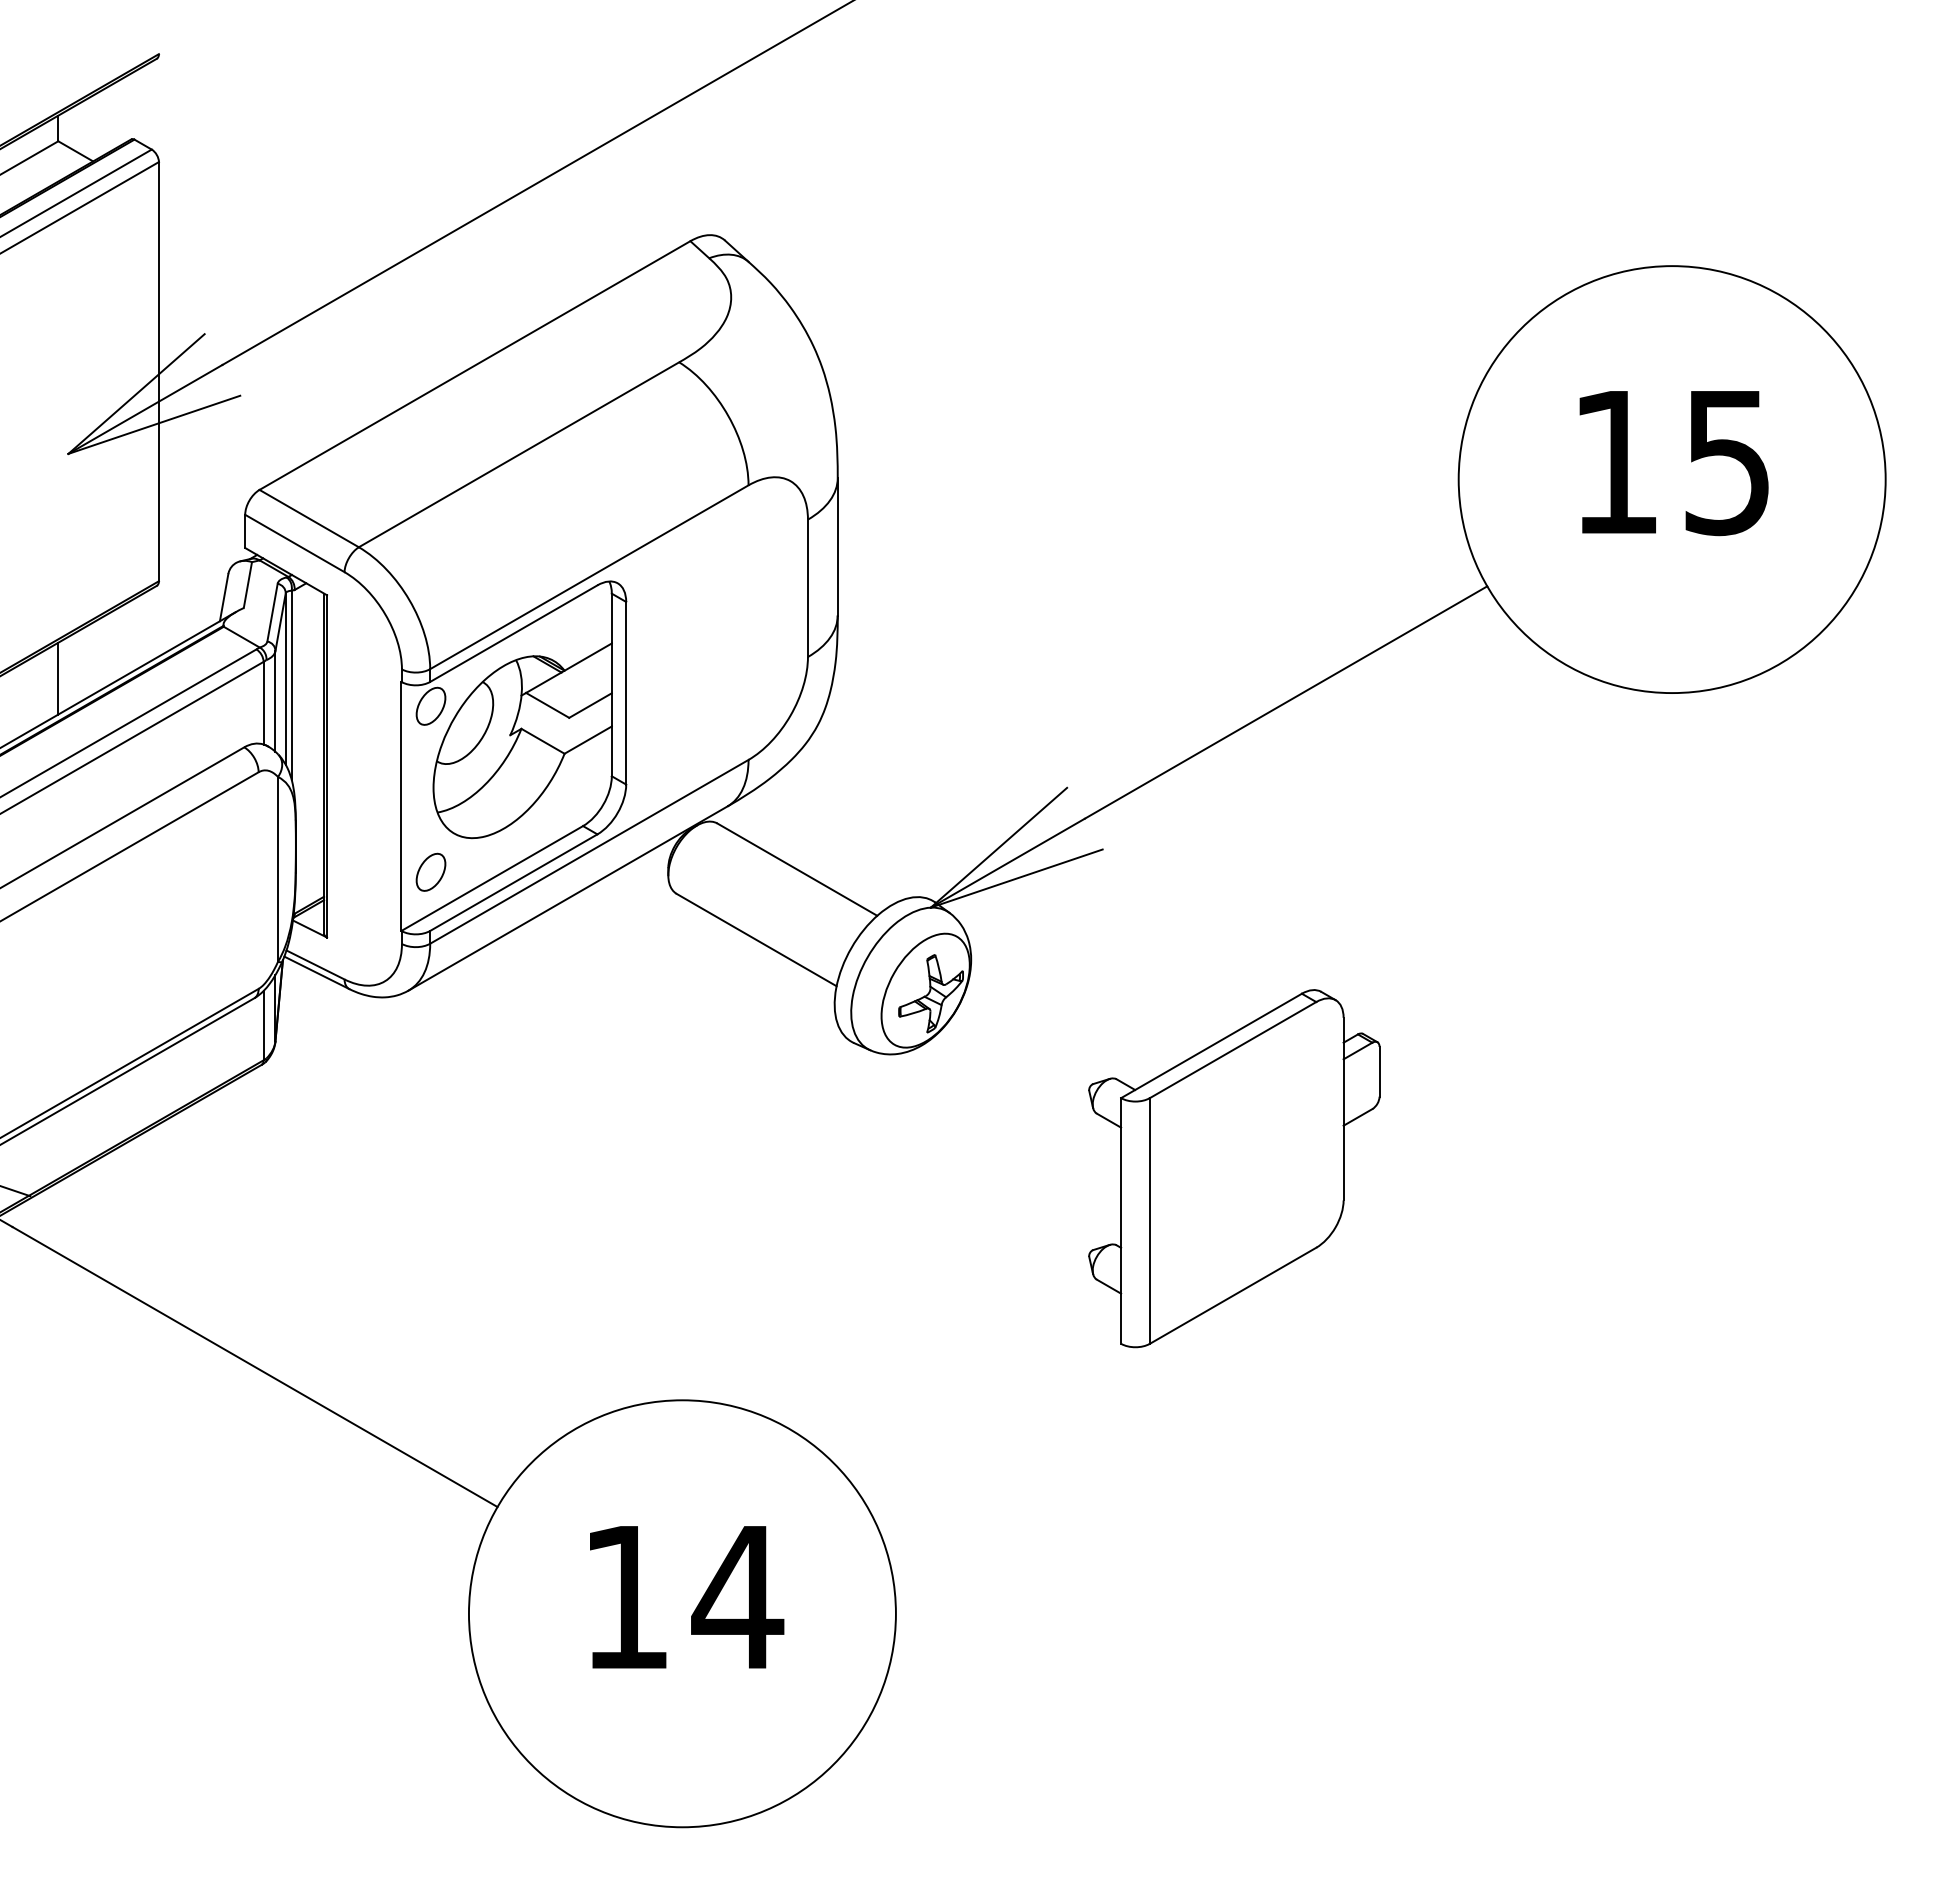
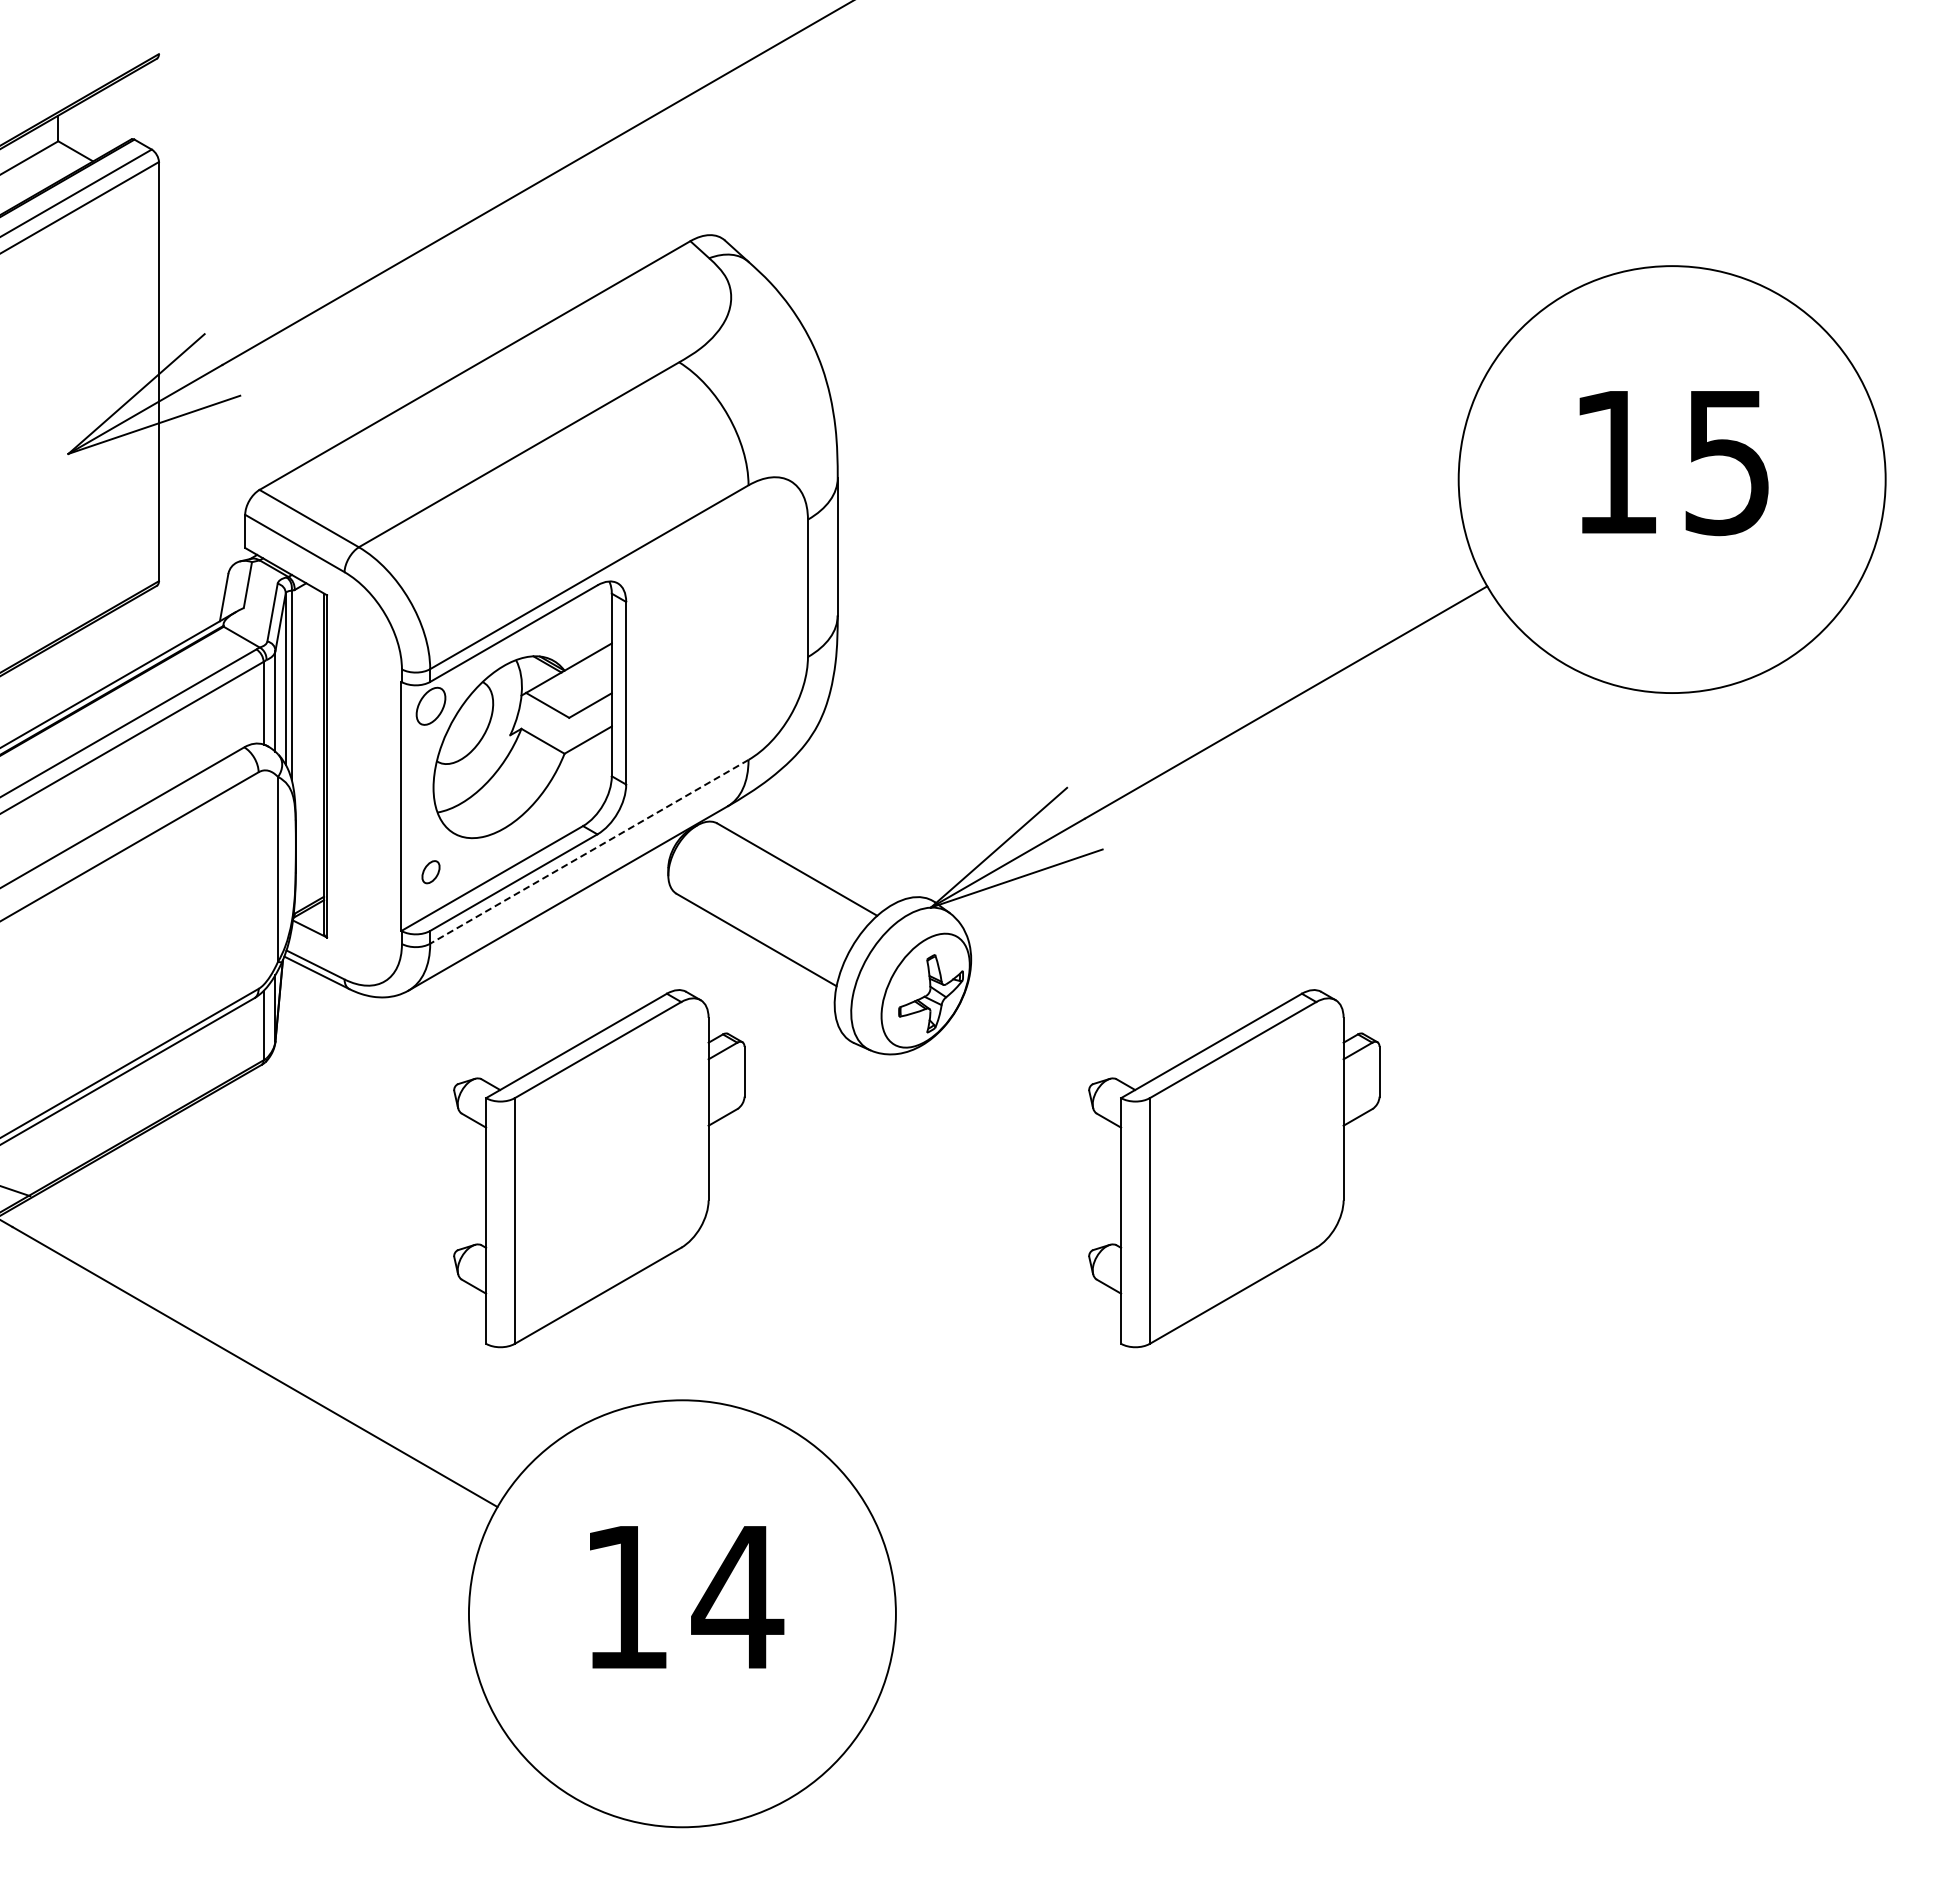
line at (58, 678): present -> none
line at (589, 851): solid -> dashed
part at (430, 871) size: 32x40 px -> 20x25 px
part at (599, 1168): none -> present
